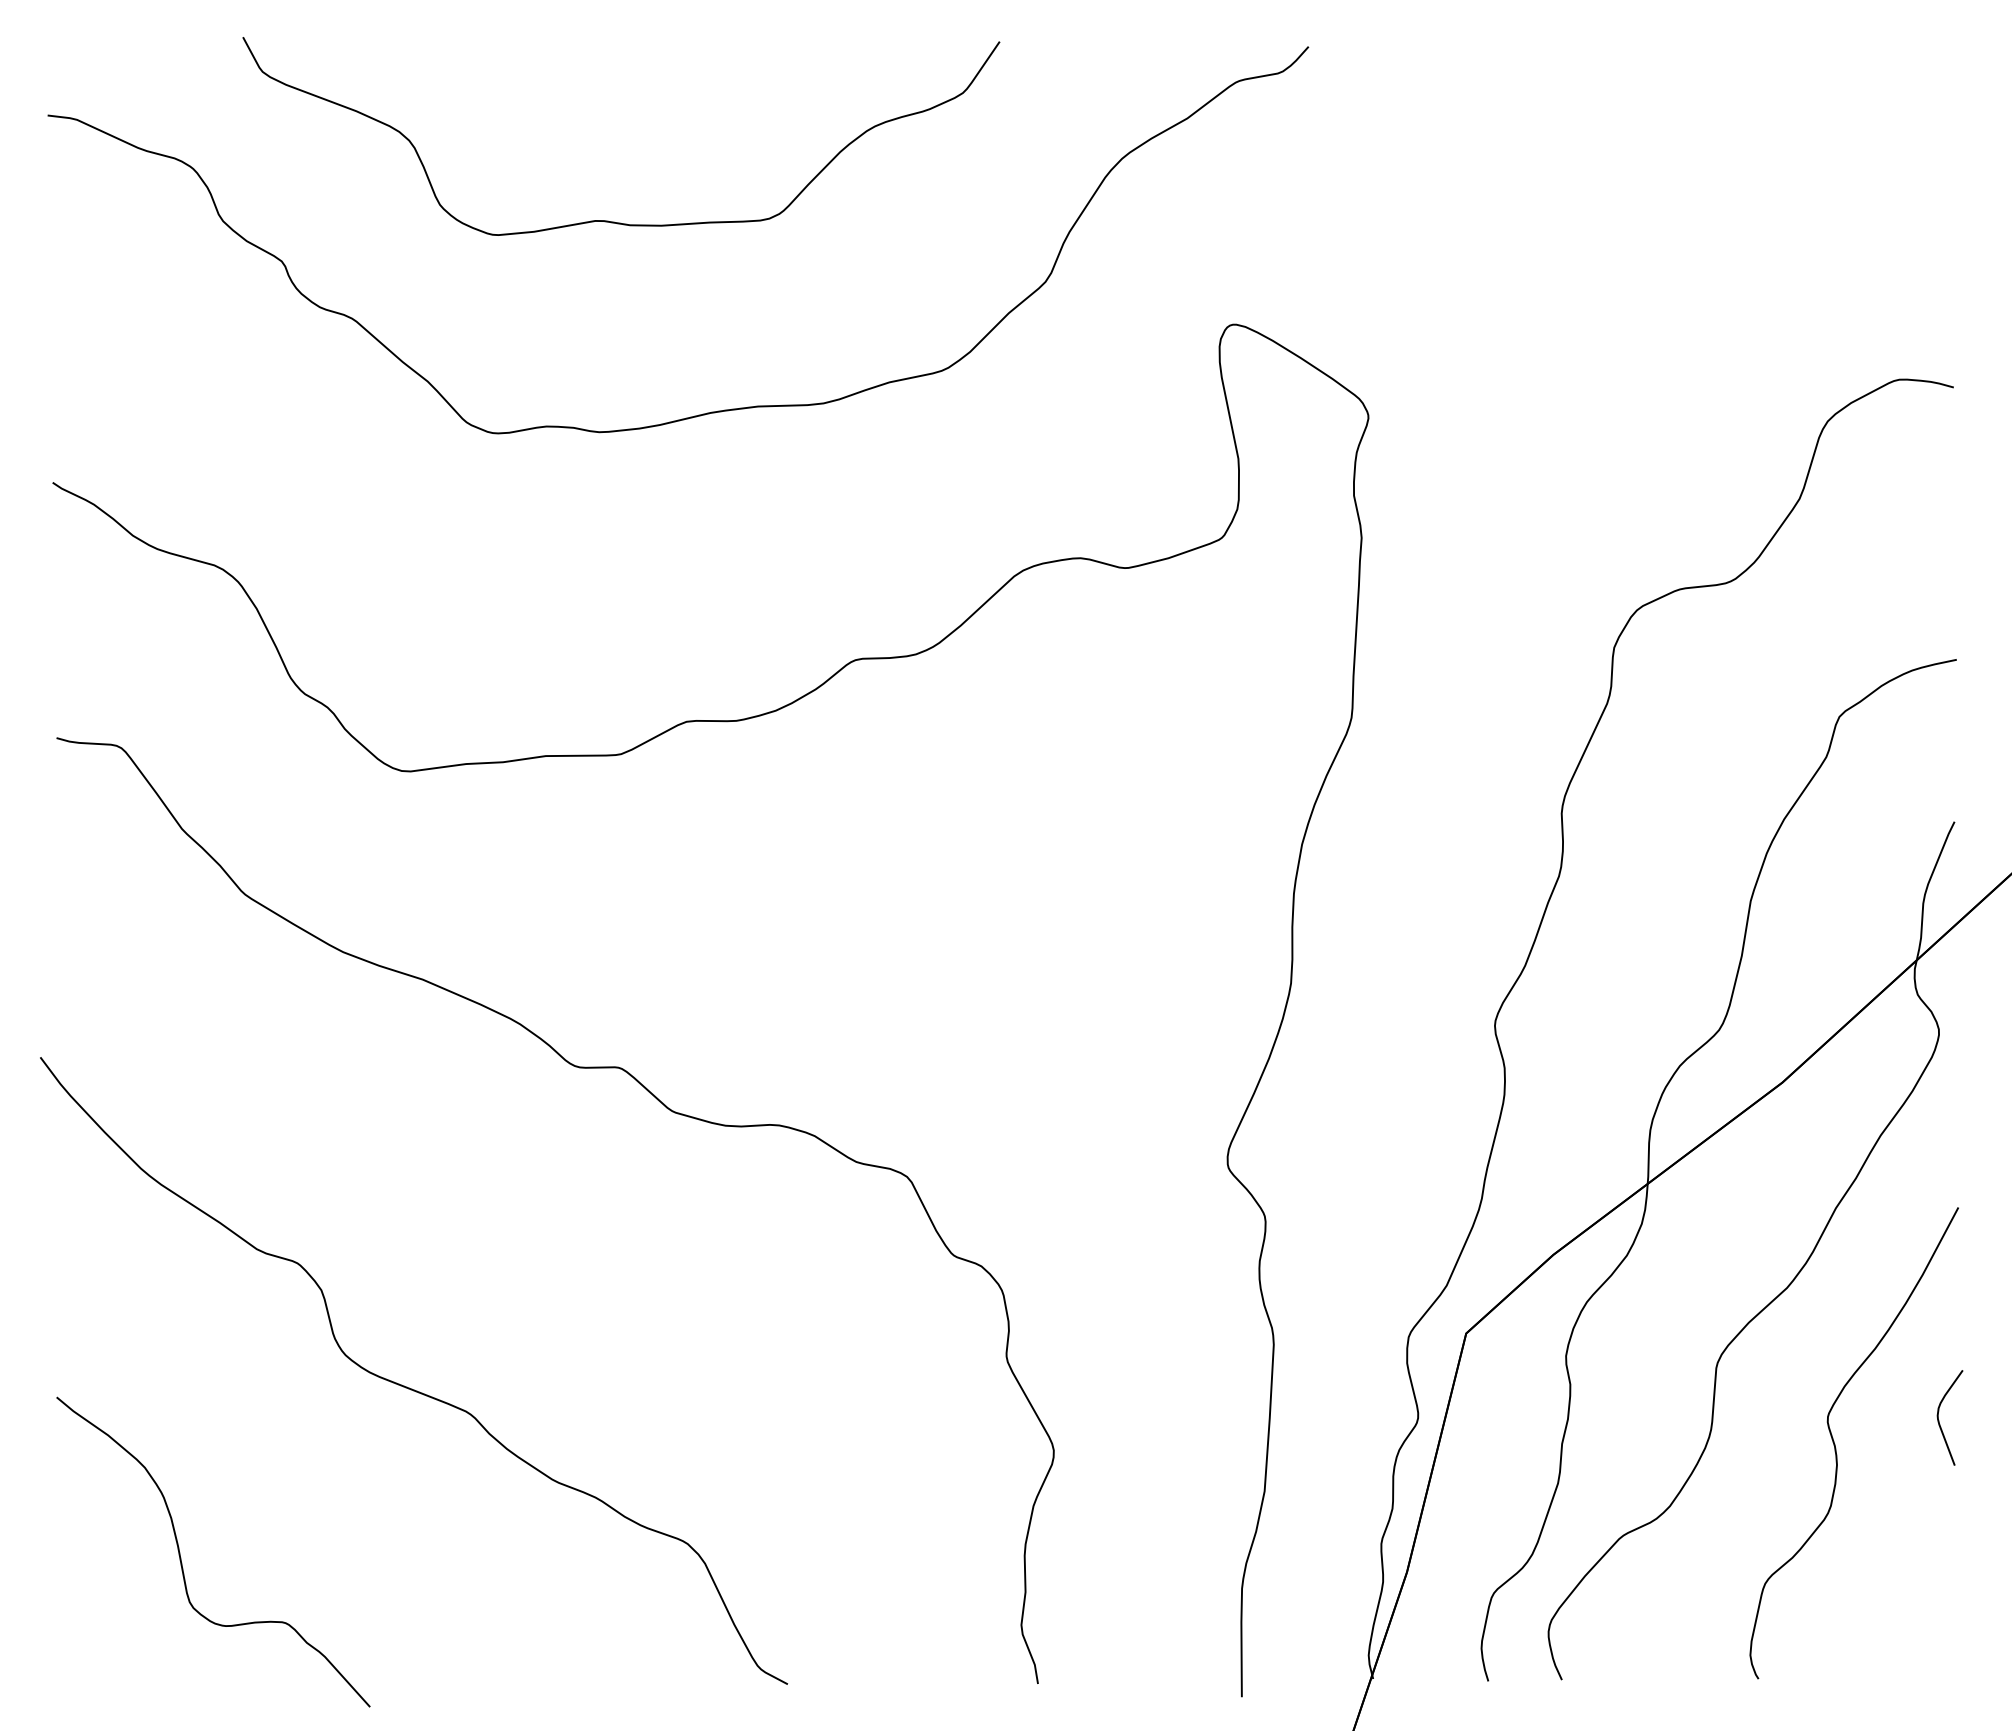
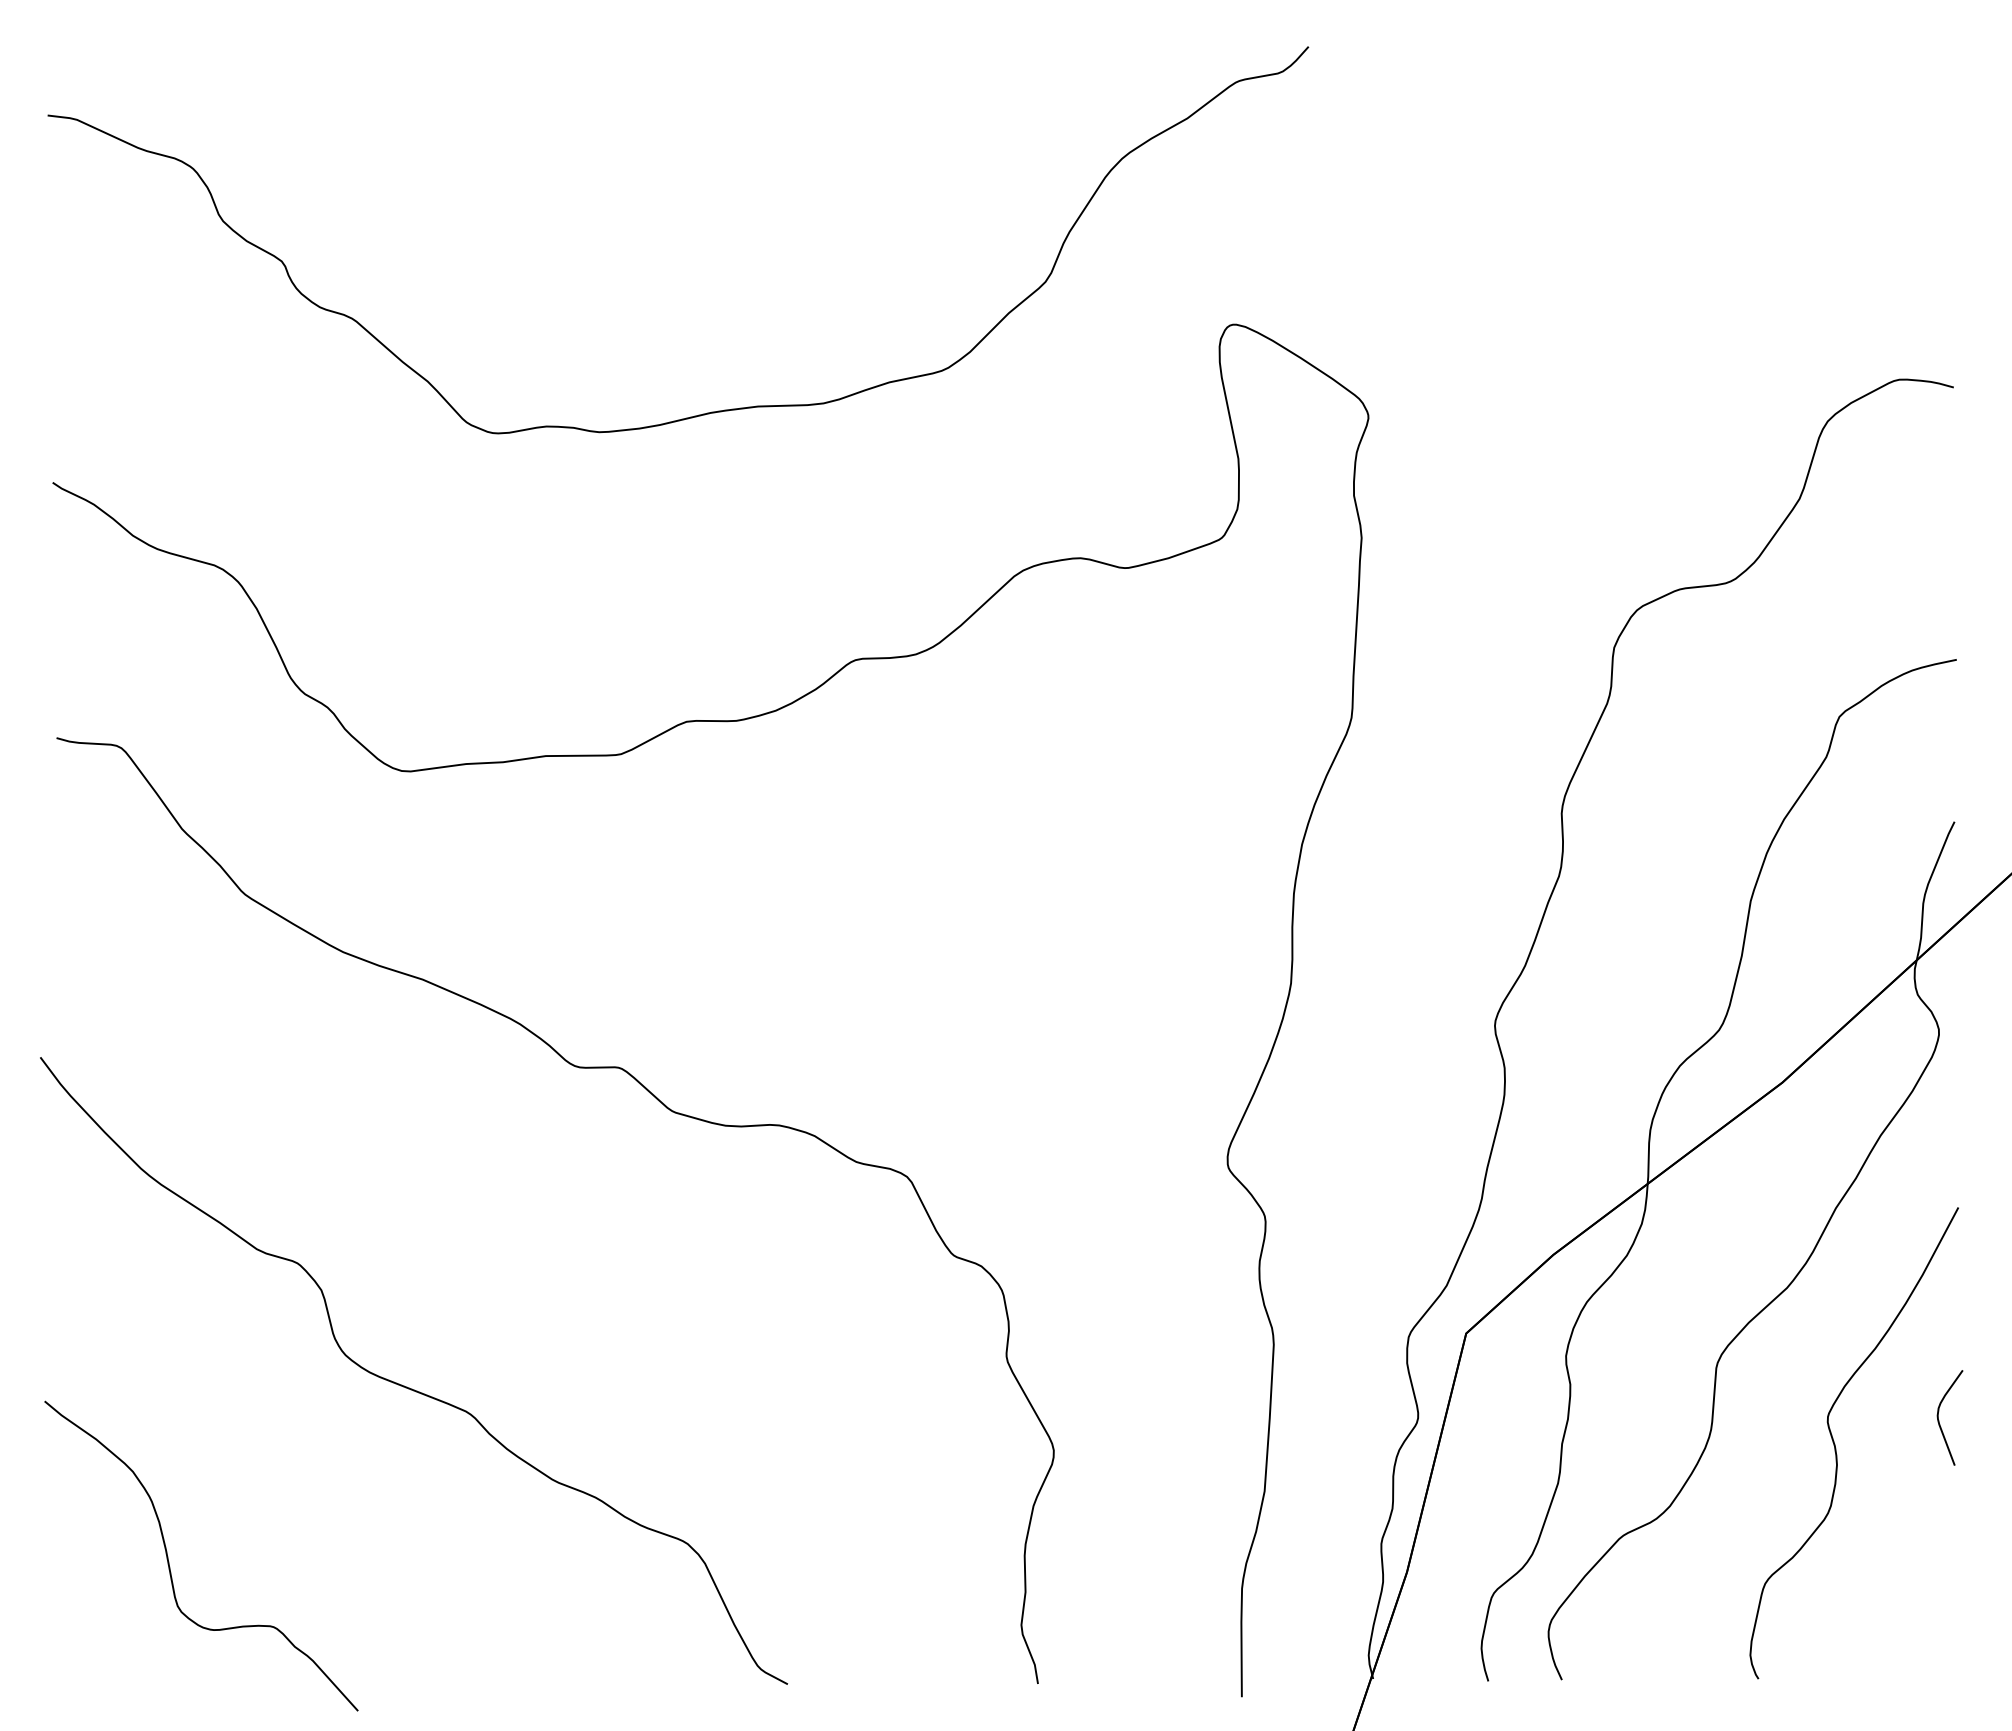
curve at (608, 220): present -> none
curve at (181, 1557) position: (181, 1557) -> (169, 1561)
